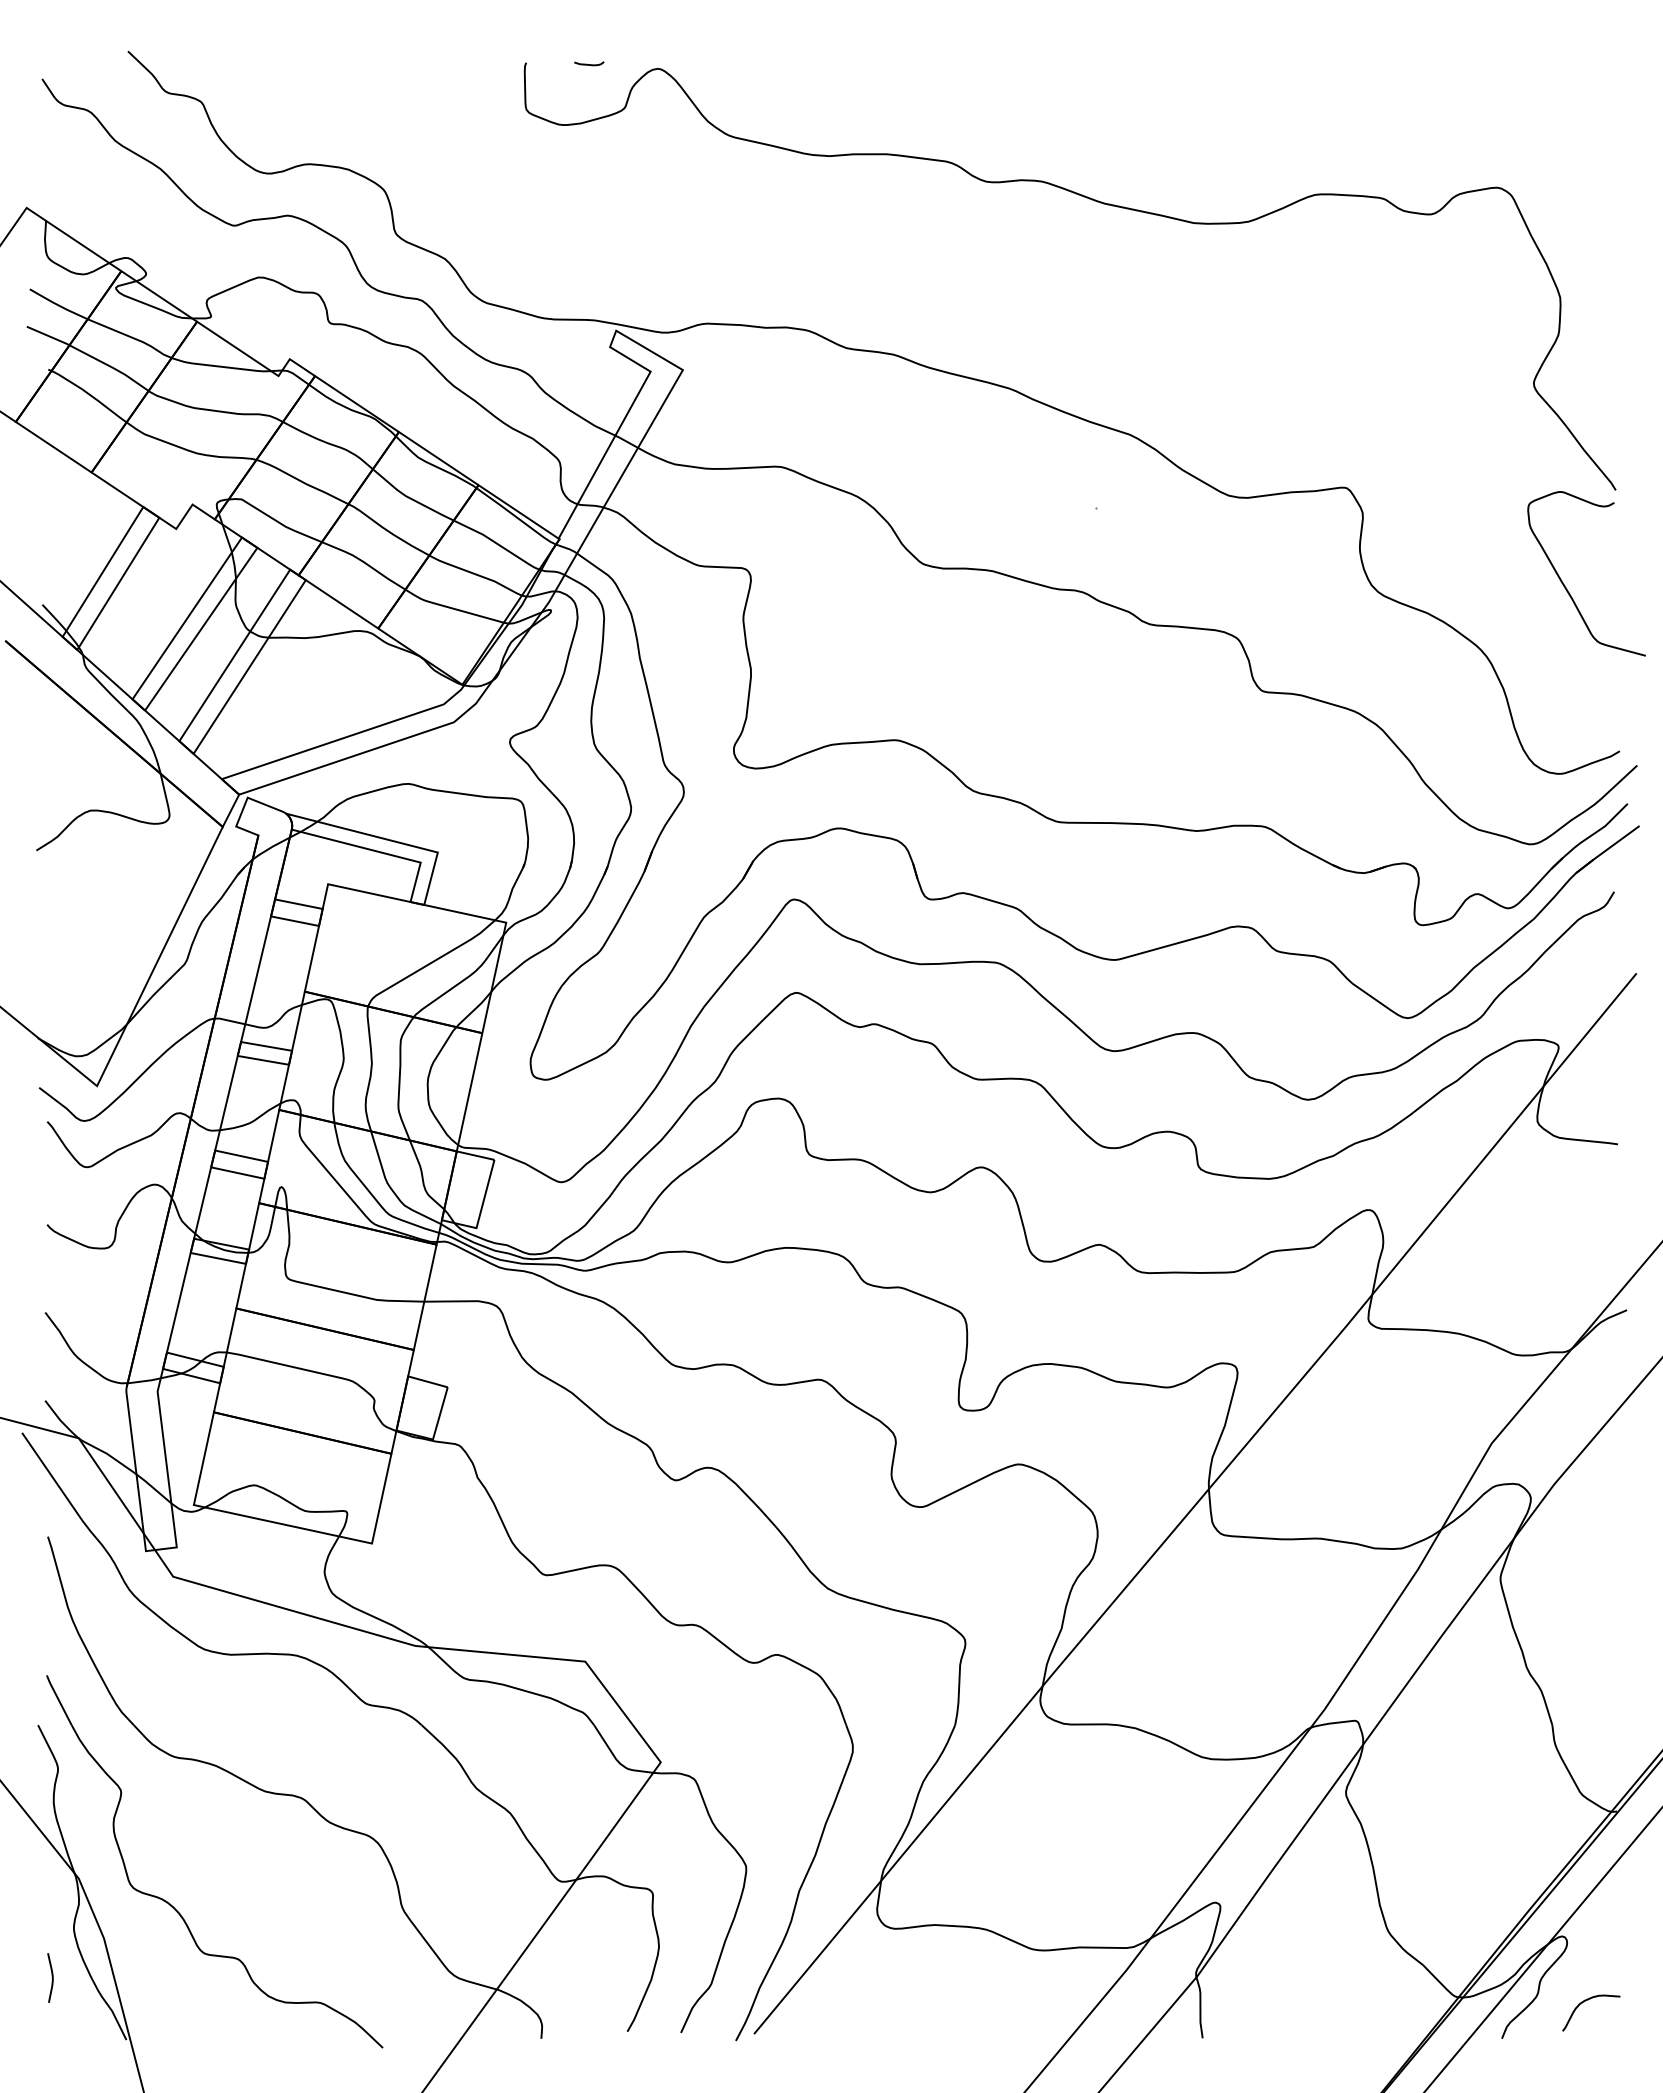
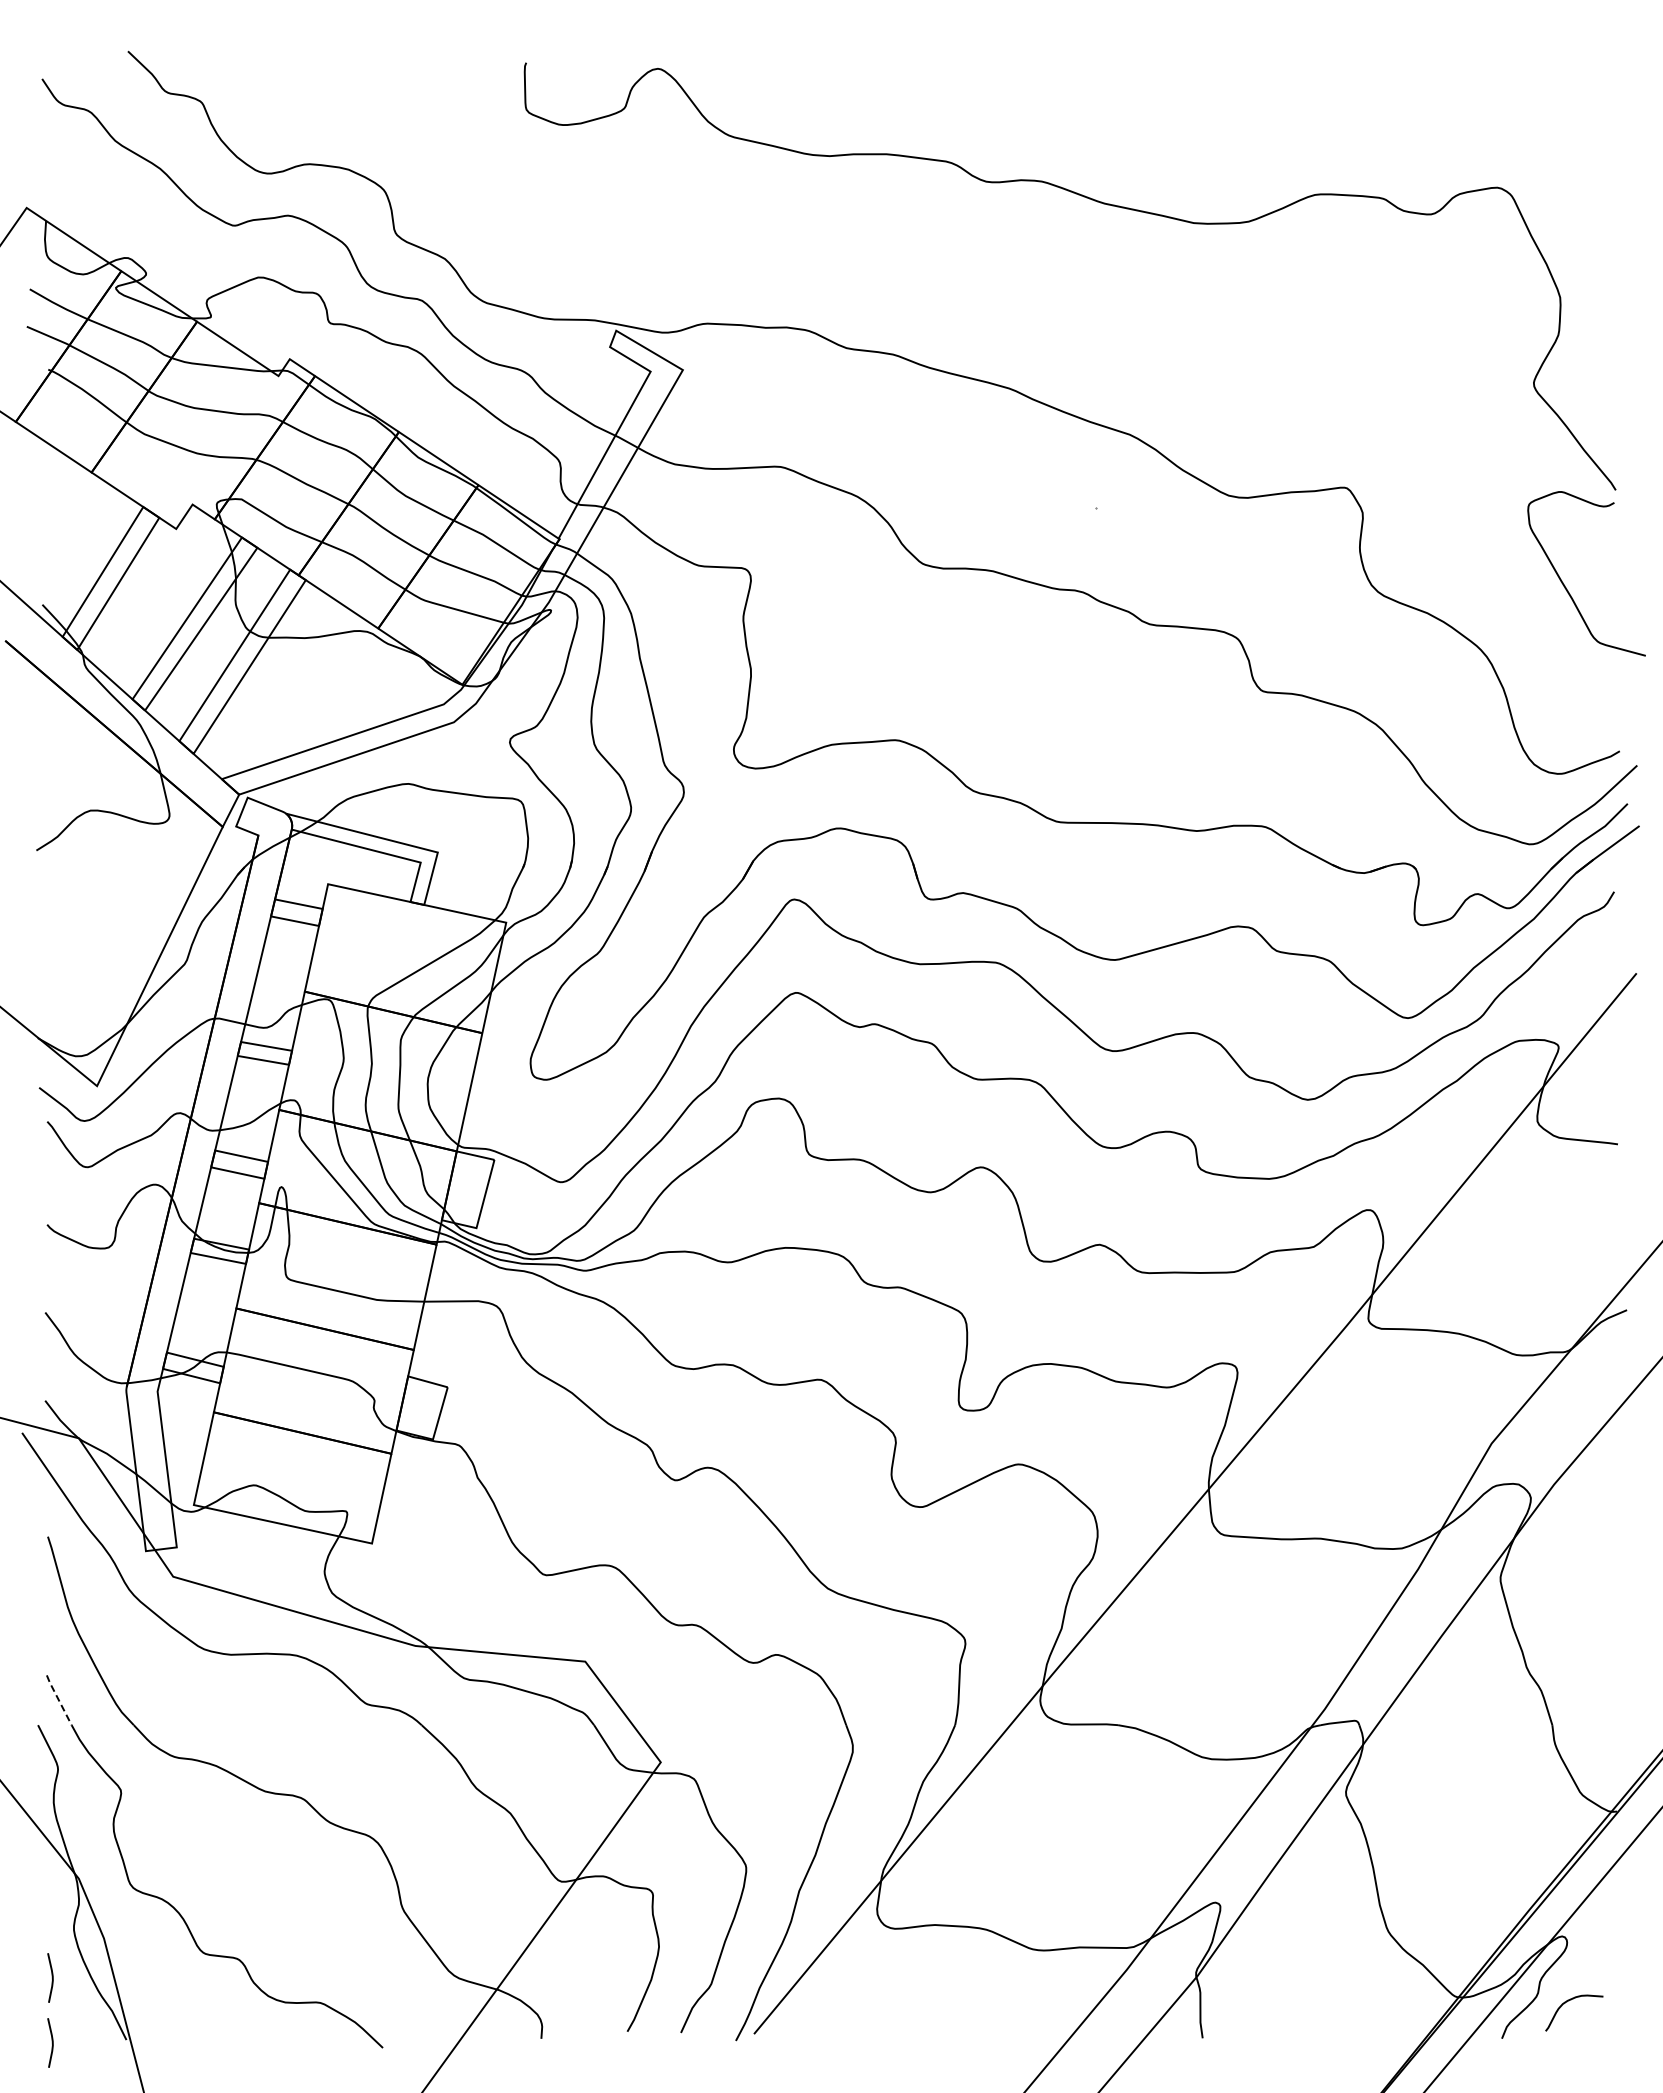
curve at (589, 64): present -> none
line at (58, 1699): solid -> dashed
curve at (1584, 2002) position: (1584, 2002) -> (1567, 2002)
curve at (51, 2042): none -> present
